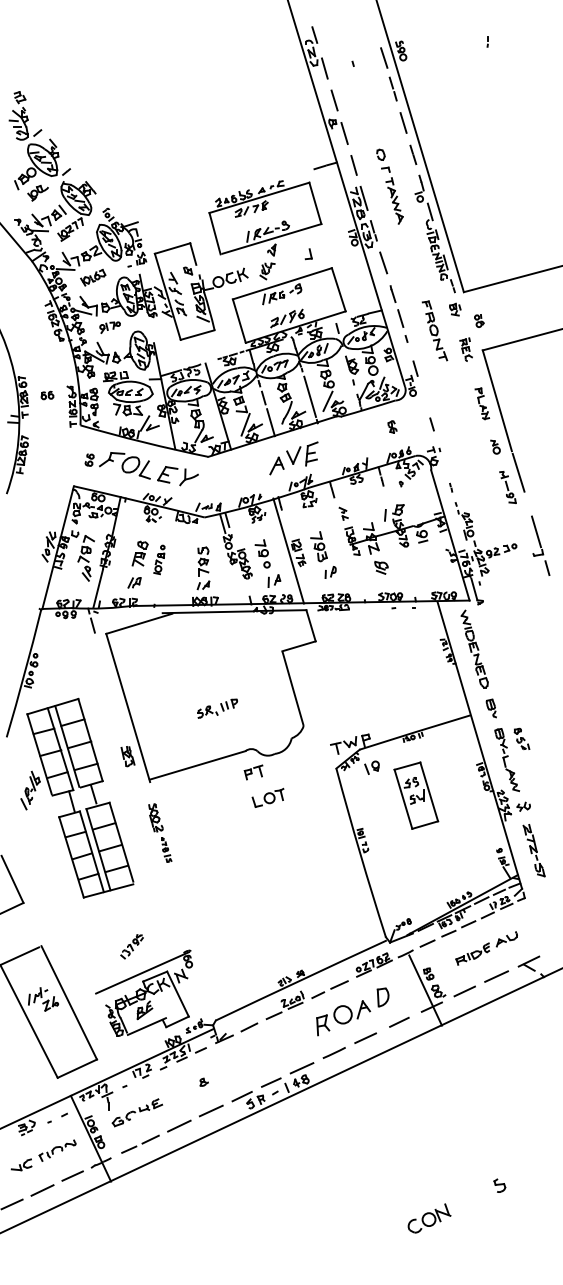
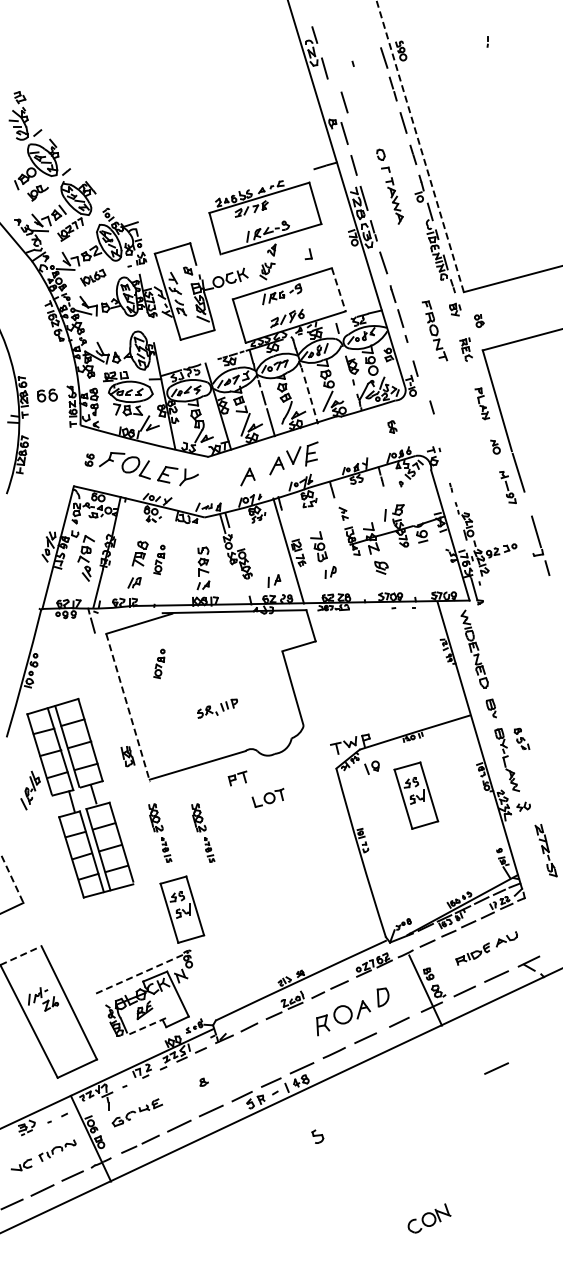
line at (334, 100) position: (334, 100) -> (344, 102)
line at (420, 145): solid -> dashed
line at (338, 289): solid -> dashed
part at (109, 327): present -> none
part at (47, 395) size: 15x11 px -> 21x15 px
line at (310, 396): solid -> dashed
line at (431, 424) position: (431, 424) -> (431, 407)
part at (247, 476): none -> present
part at (262, 553): present -> none
part at (159, 663): none -> present
line at (128, 708): solid -> dashed
part at (253, 772) position: (253, 772) -> (237, 778)
part at (203, 832): none -> present
part at (533, 850) position: (533, 850) -> (545, 850)
line at (12, 879): solid -> dashed
part at (182, 909): none -> present
part at (131, 946): present -> none
line at (20, 956): solid -> dashed
line at (142, 972): solid -> dashed
line at (146, 1026): solid -> dashed
line at (496, 1068): none -> present
part at (499, 1185) position: (499, 1185) -> (317, 1136)
